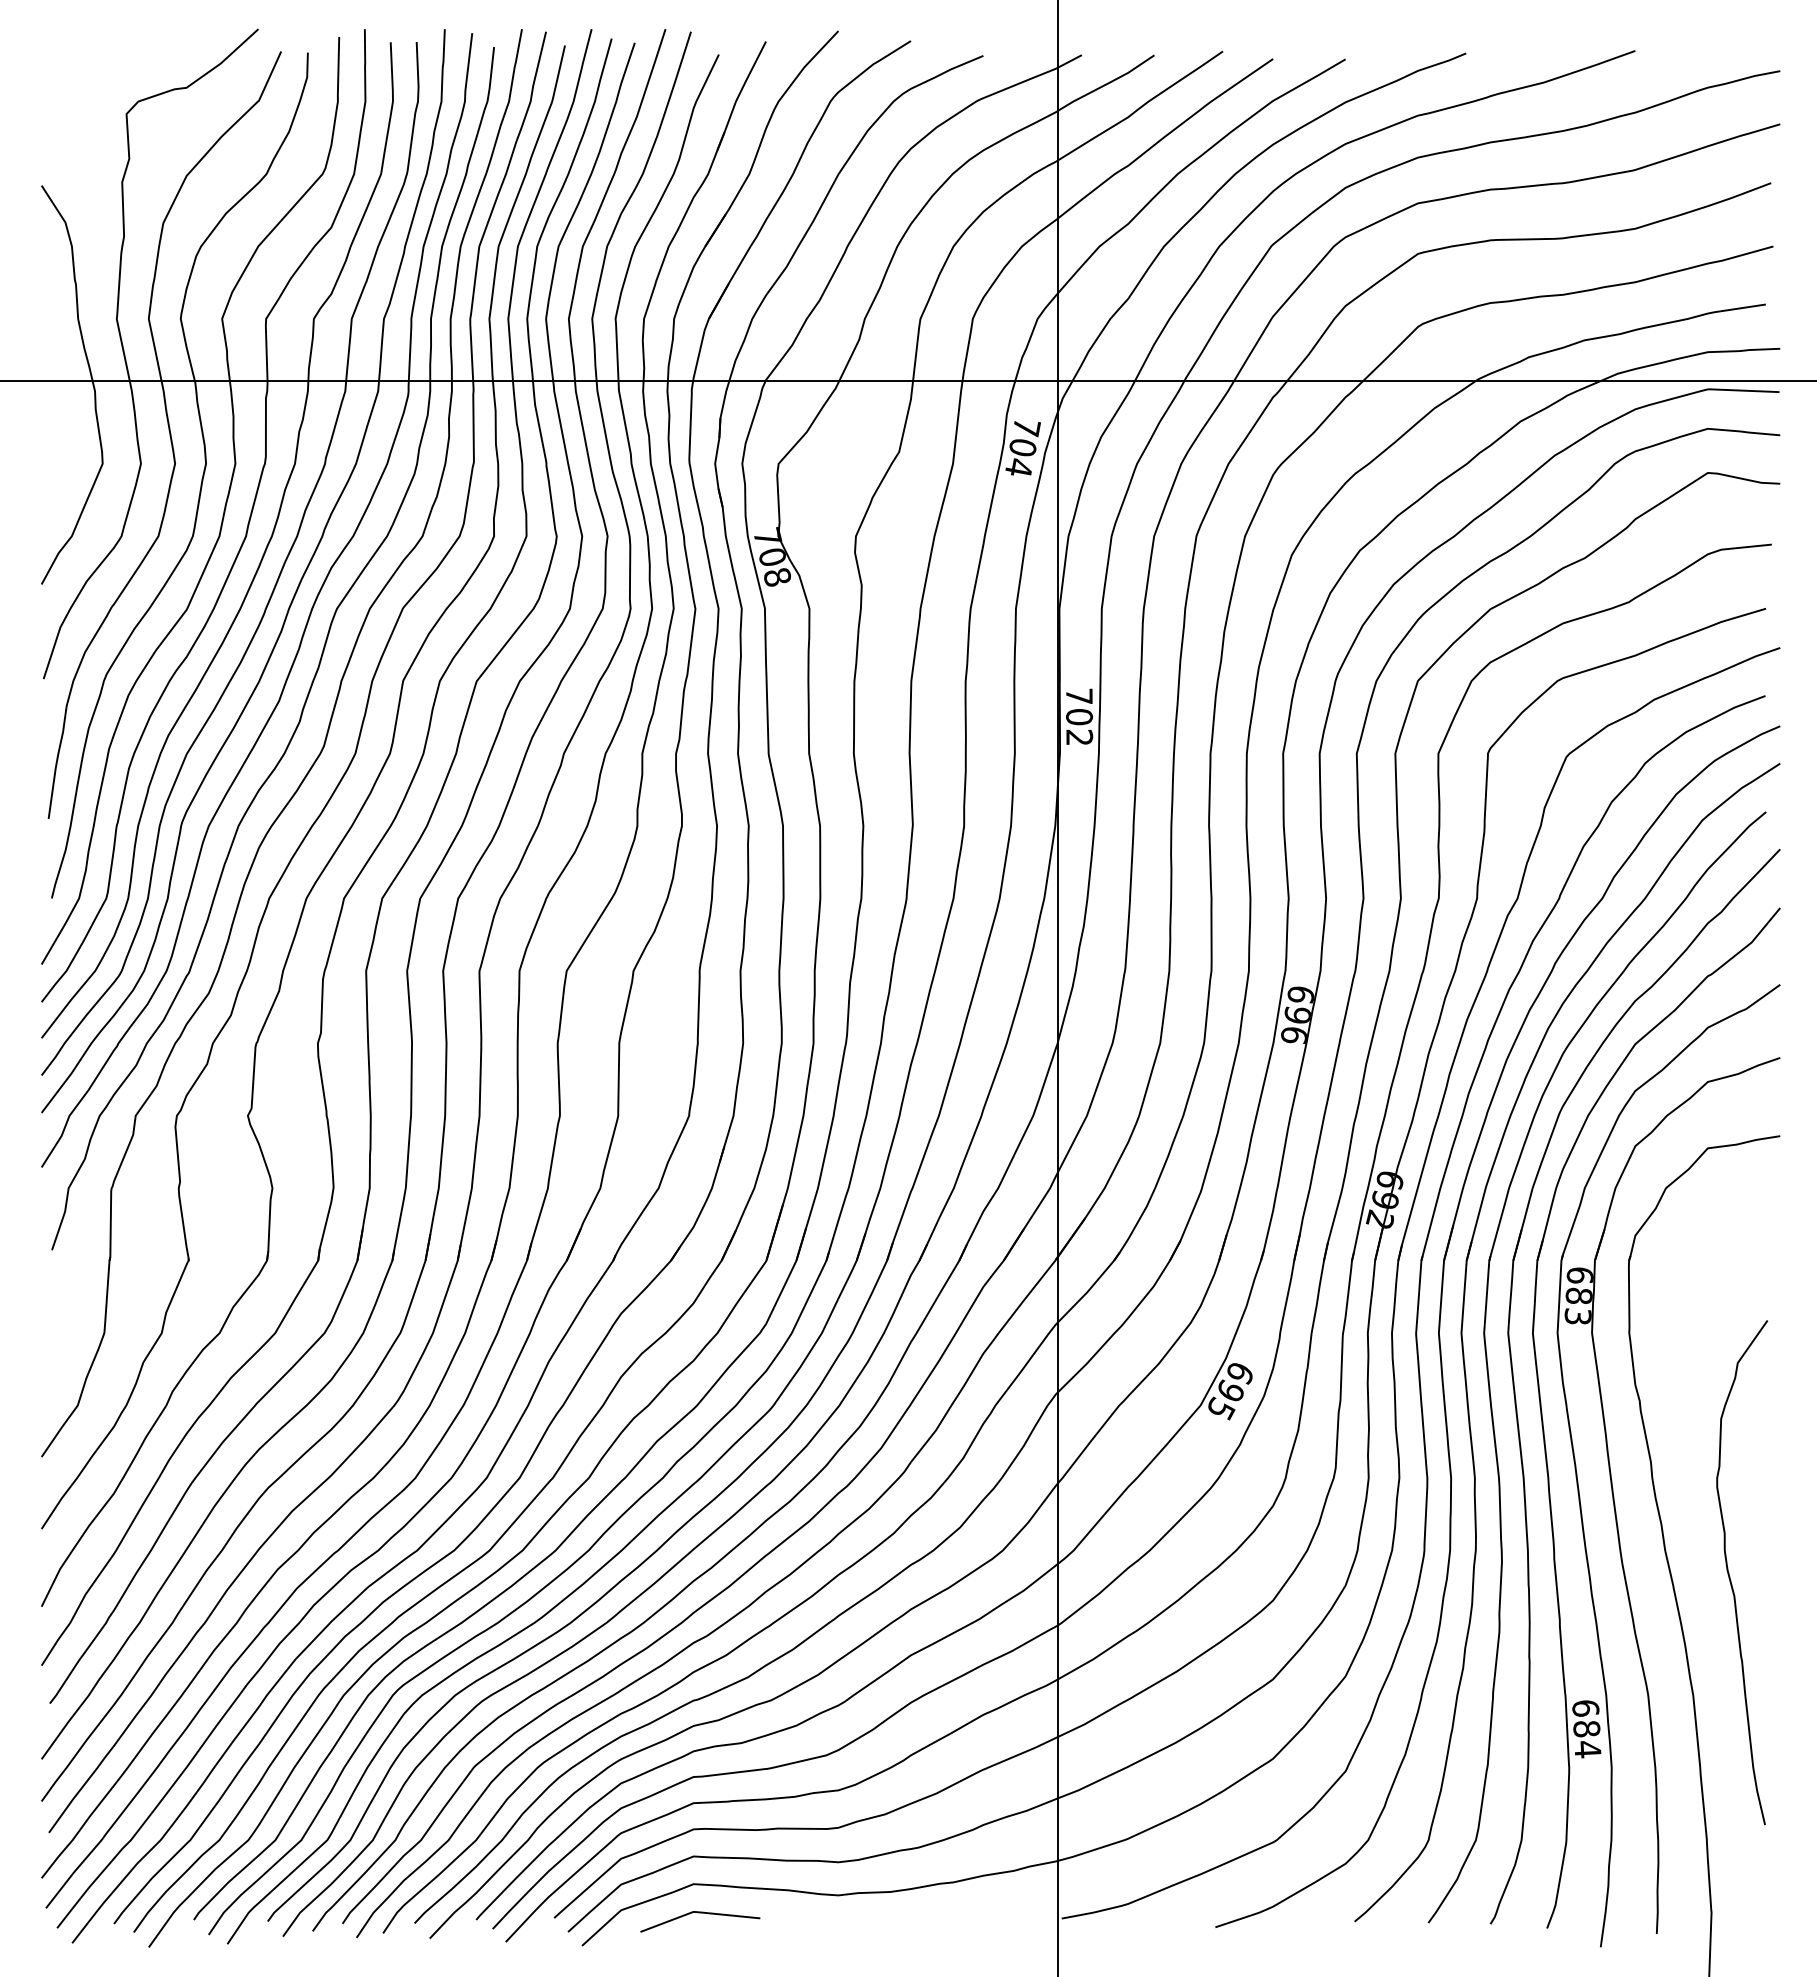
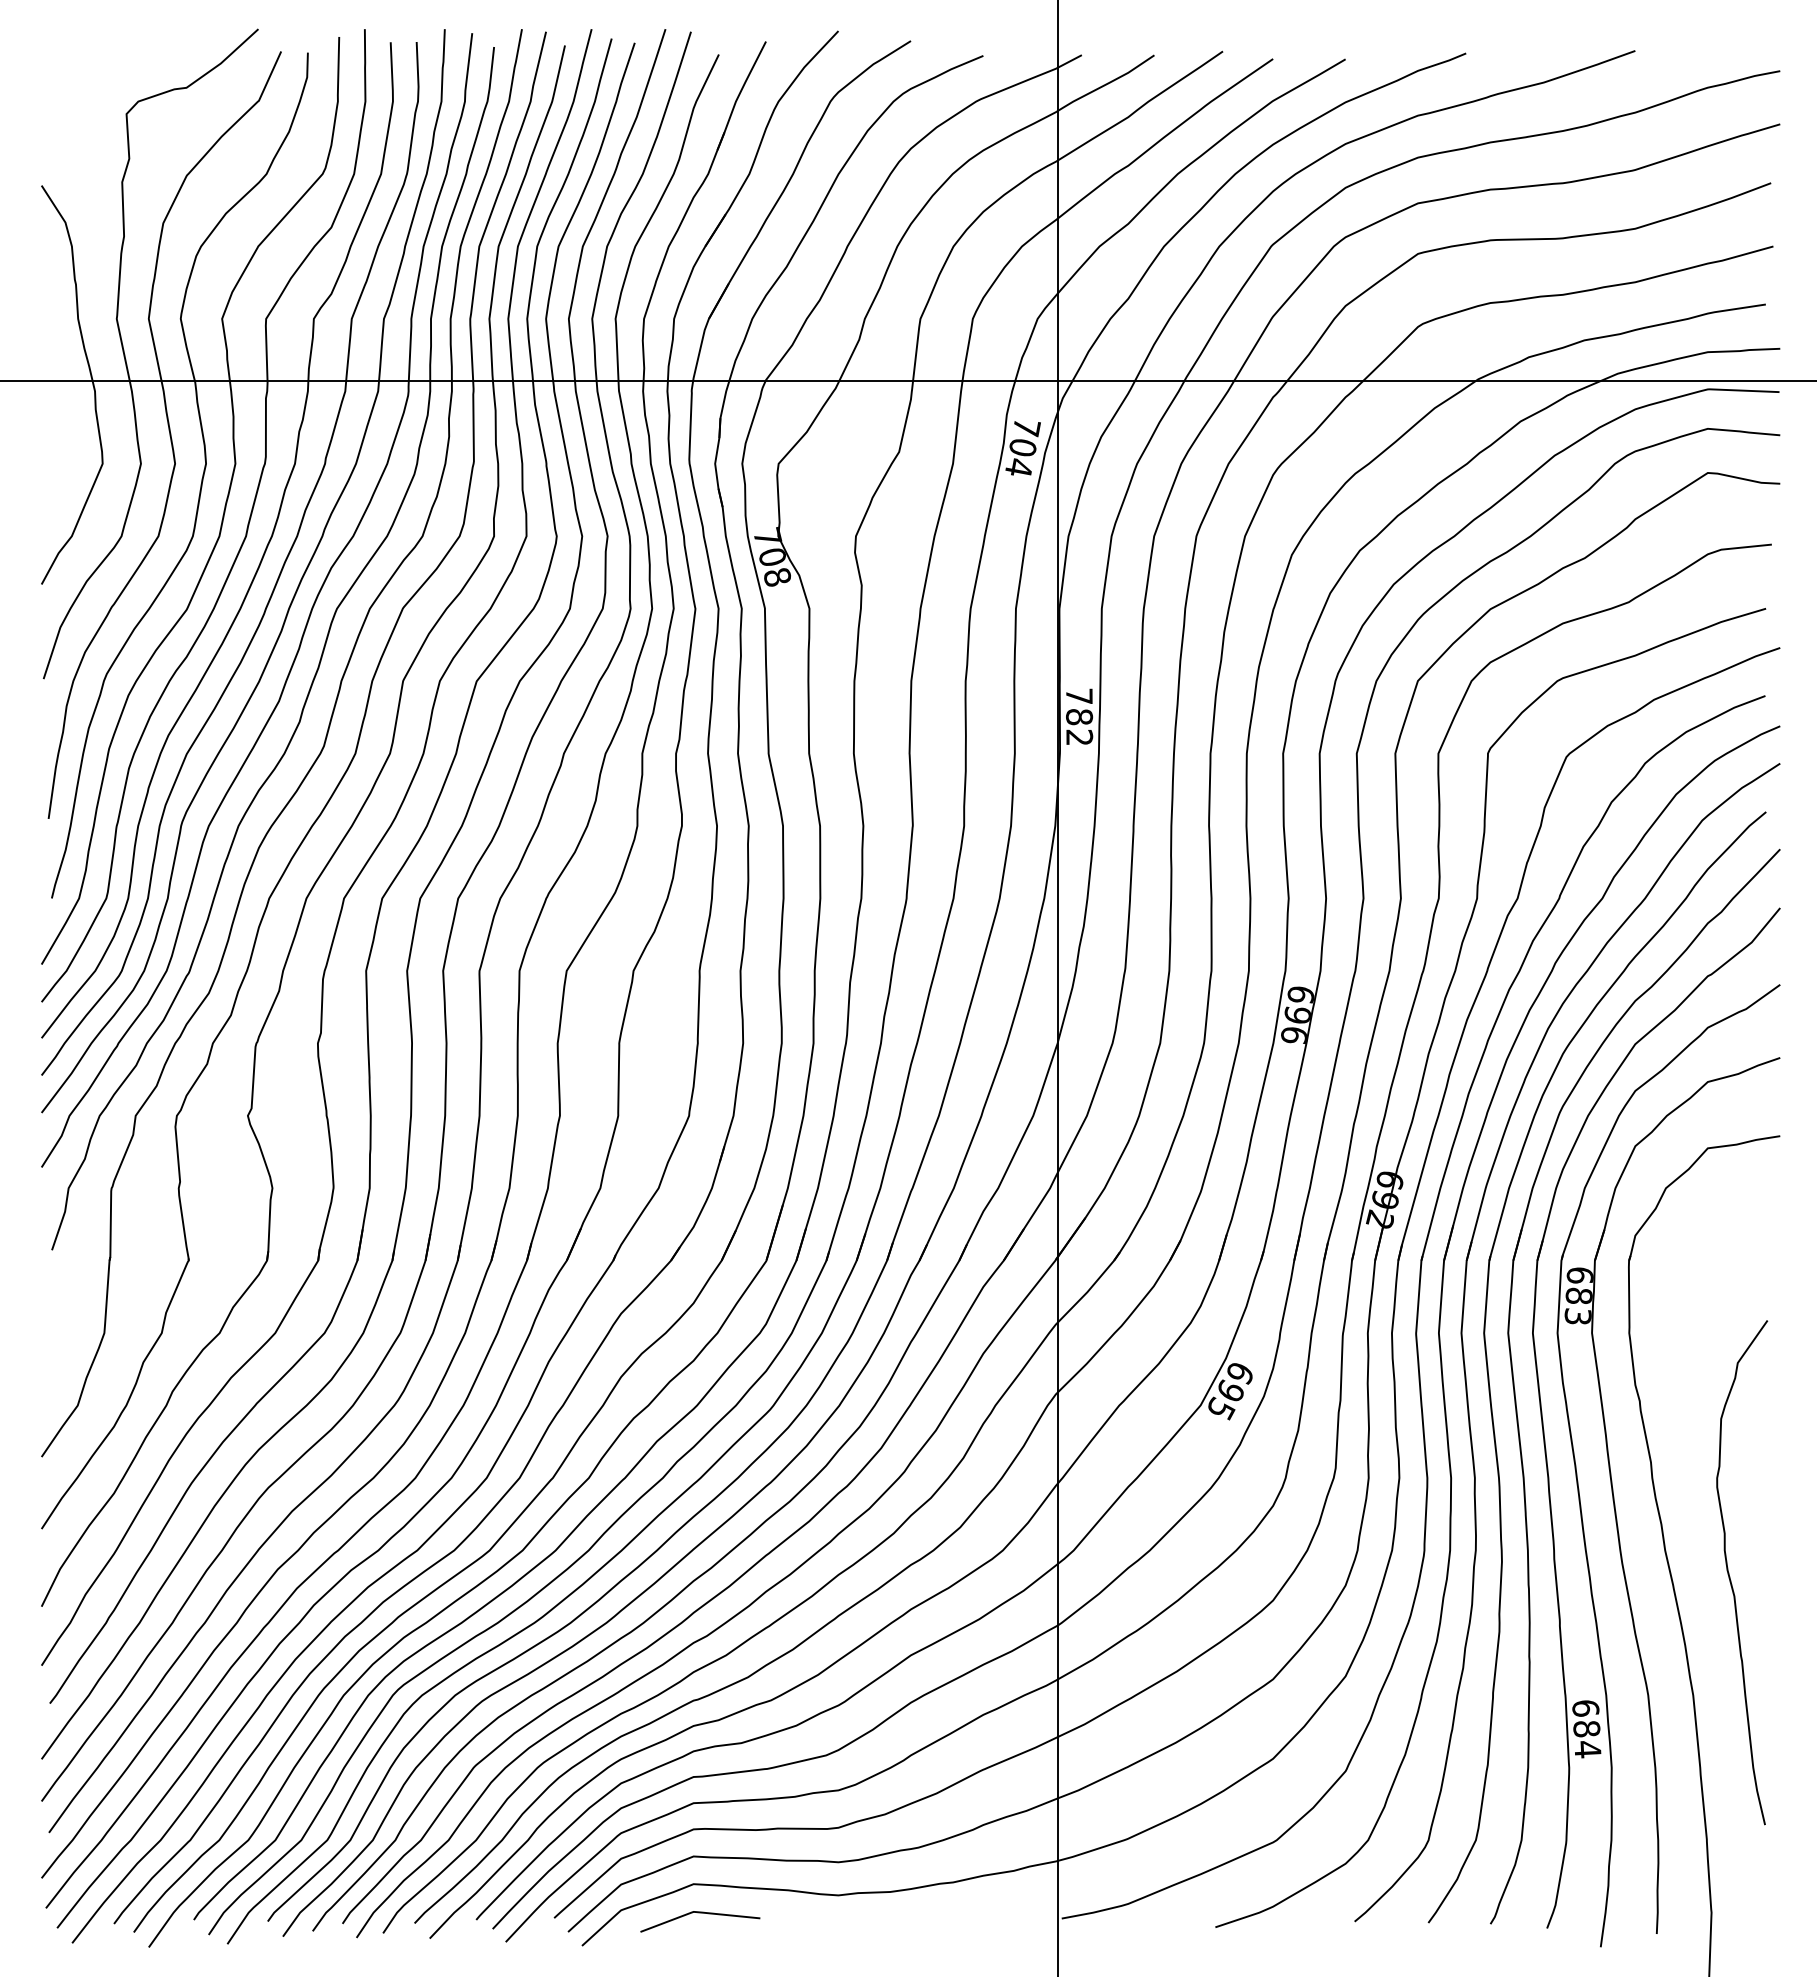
text at (1079, 717): 702 -> 782
